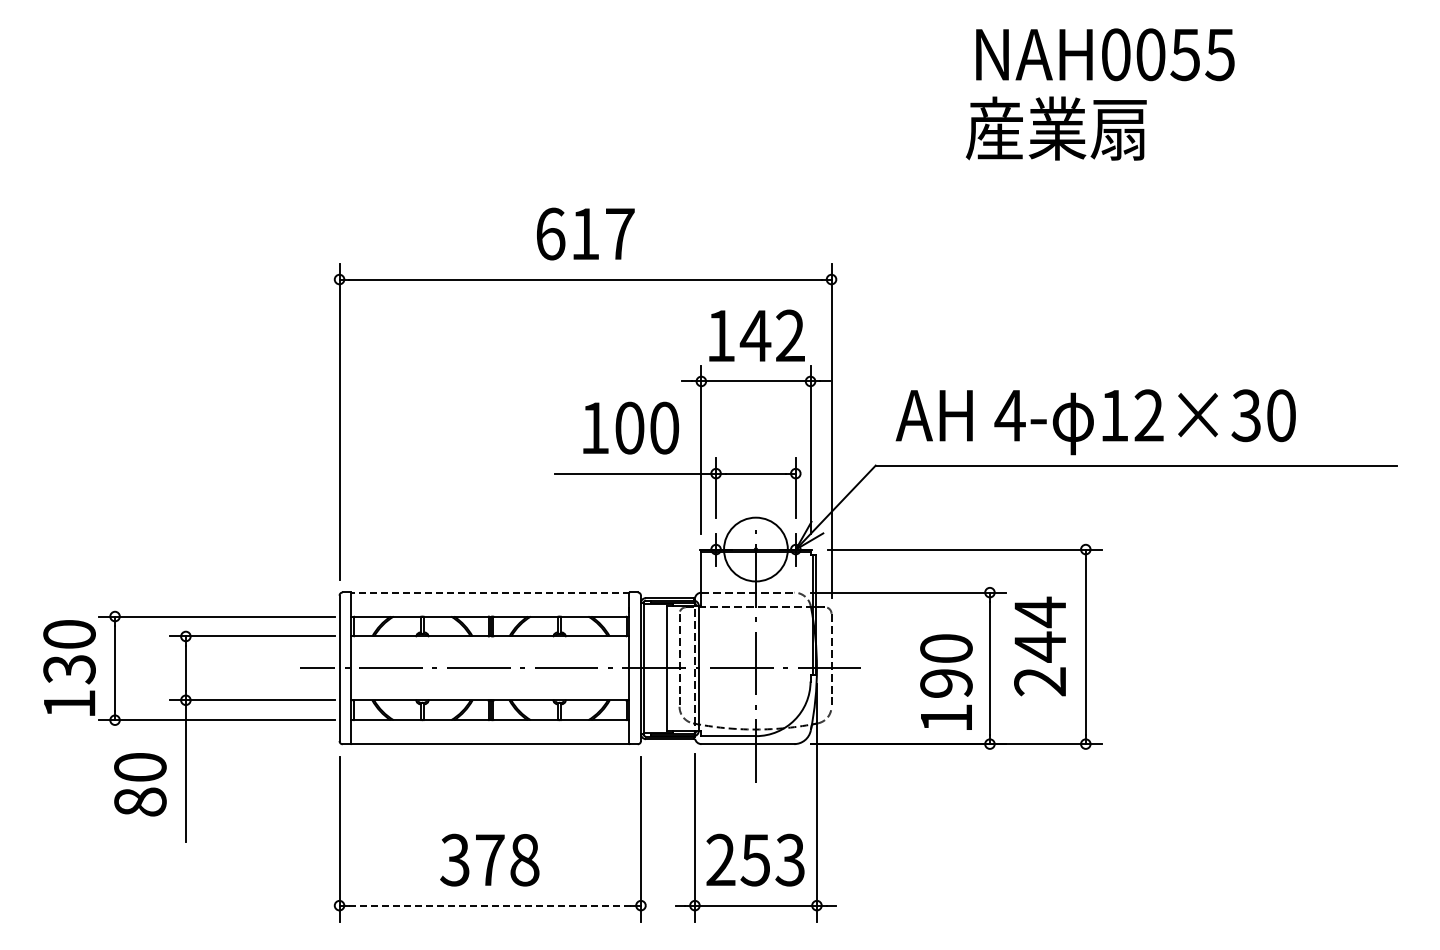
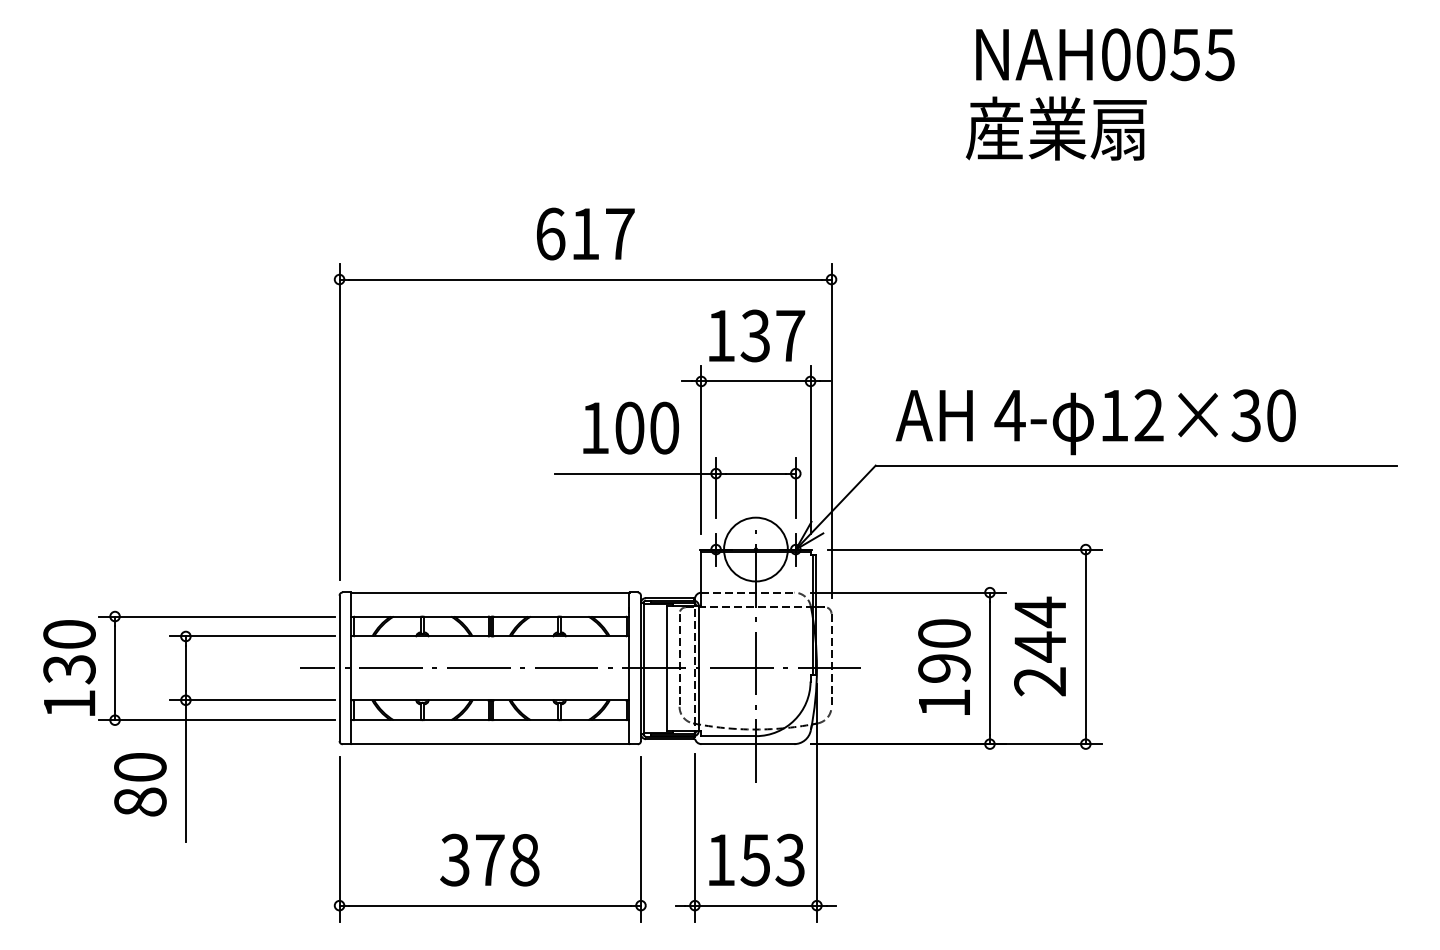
text at (772, 335): 142 -> 137
line at (489, 592): dashed -> solid
text at (946, 681) position: (946, 681) -> (944, 666)
text at (720, 859): 253 -> 153
line at (490, 905): dashed -> solid
